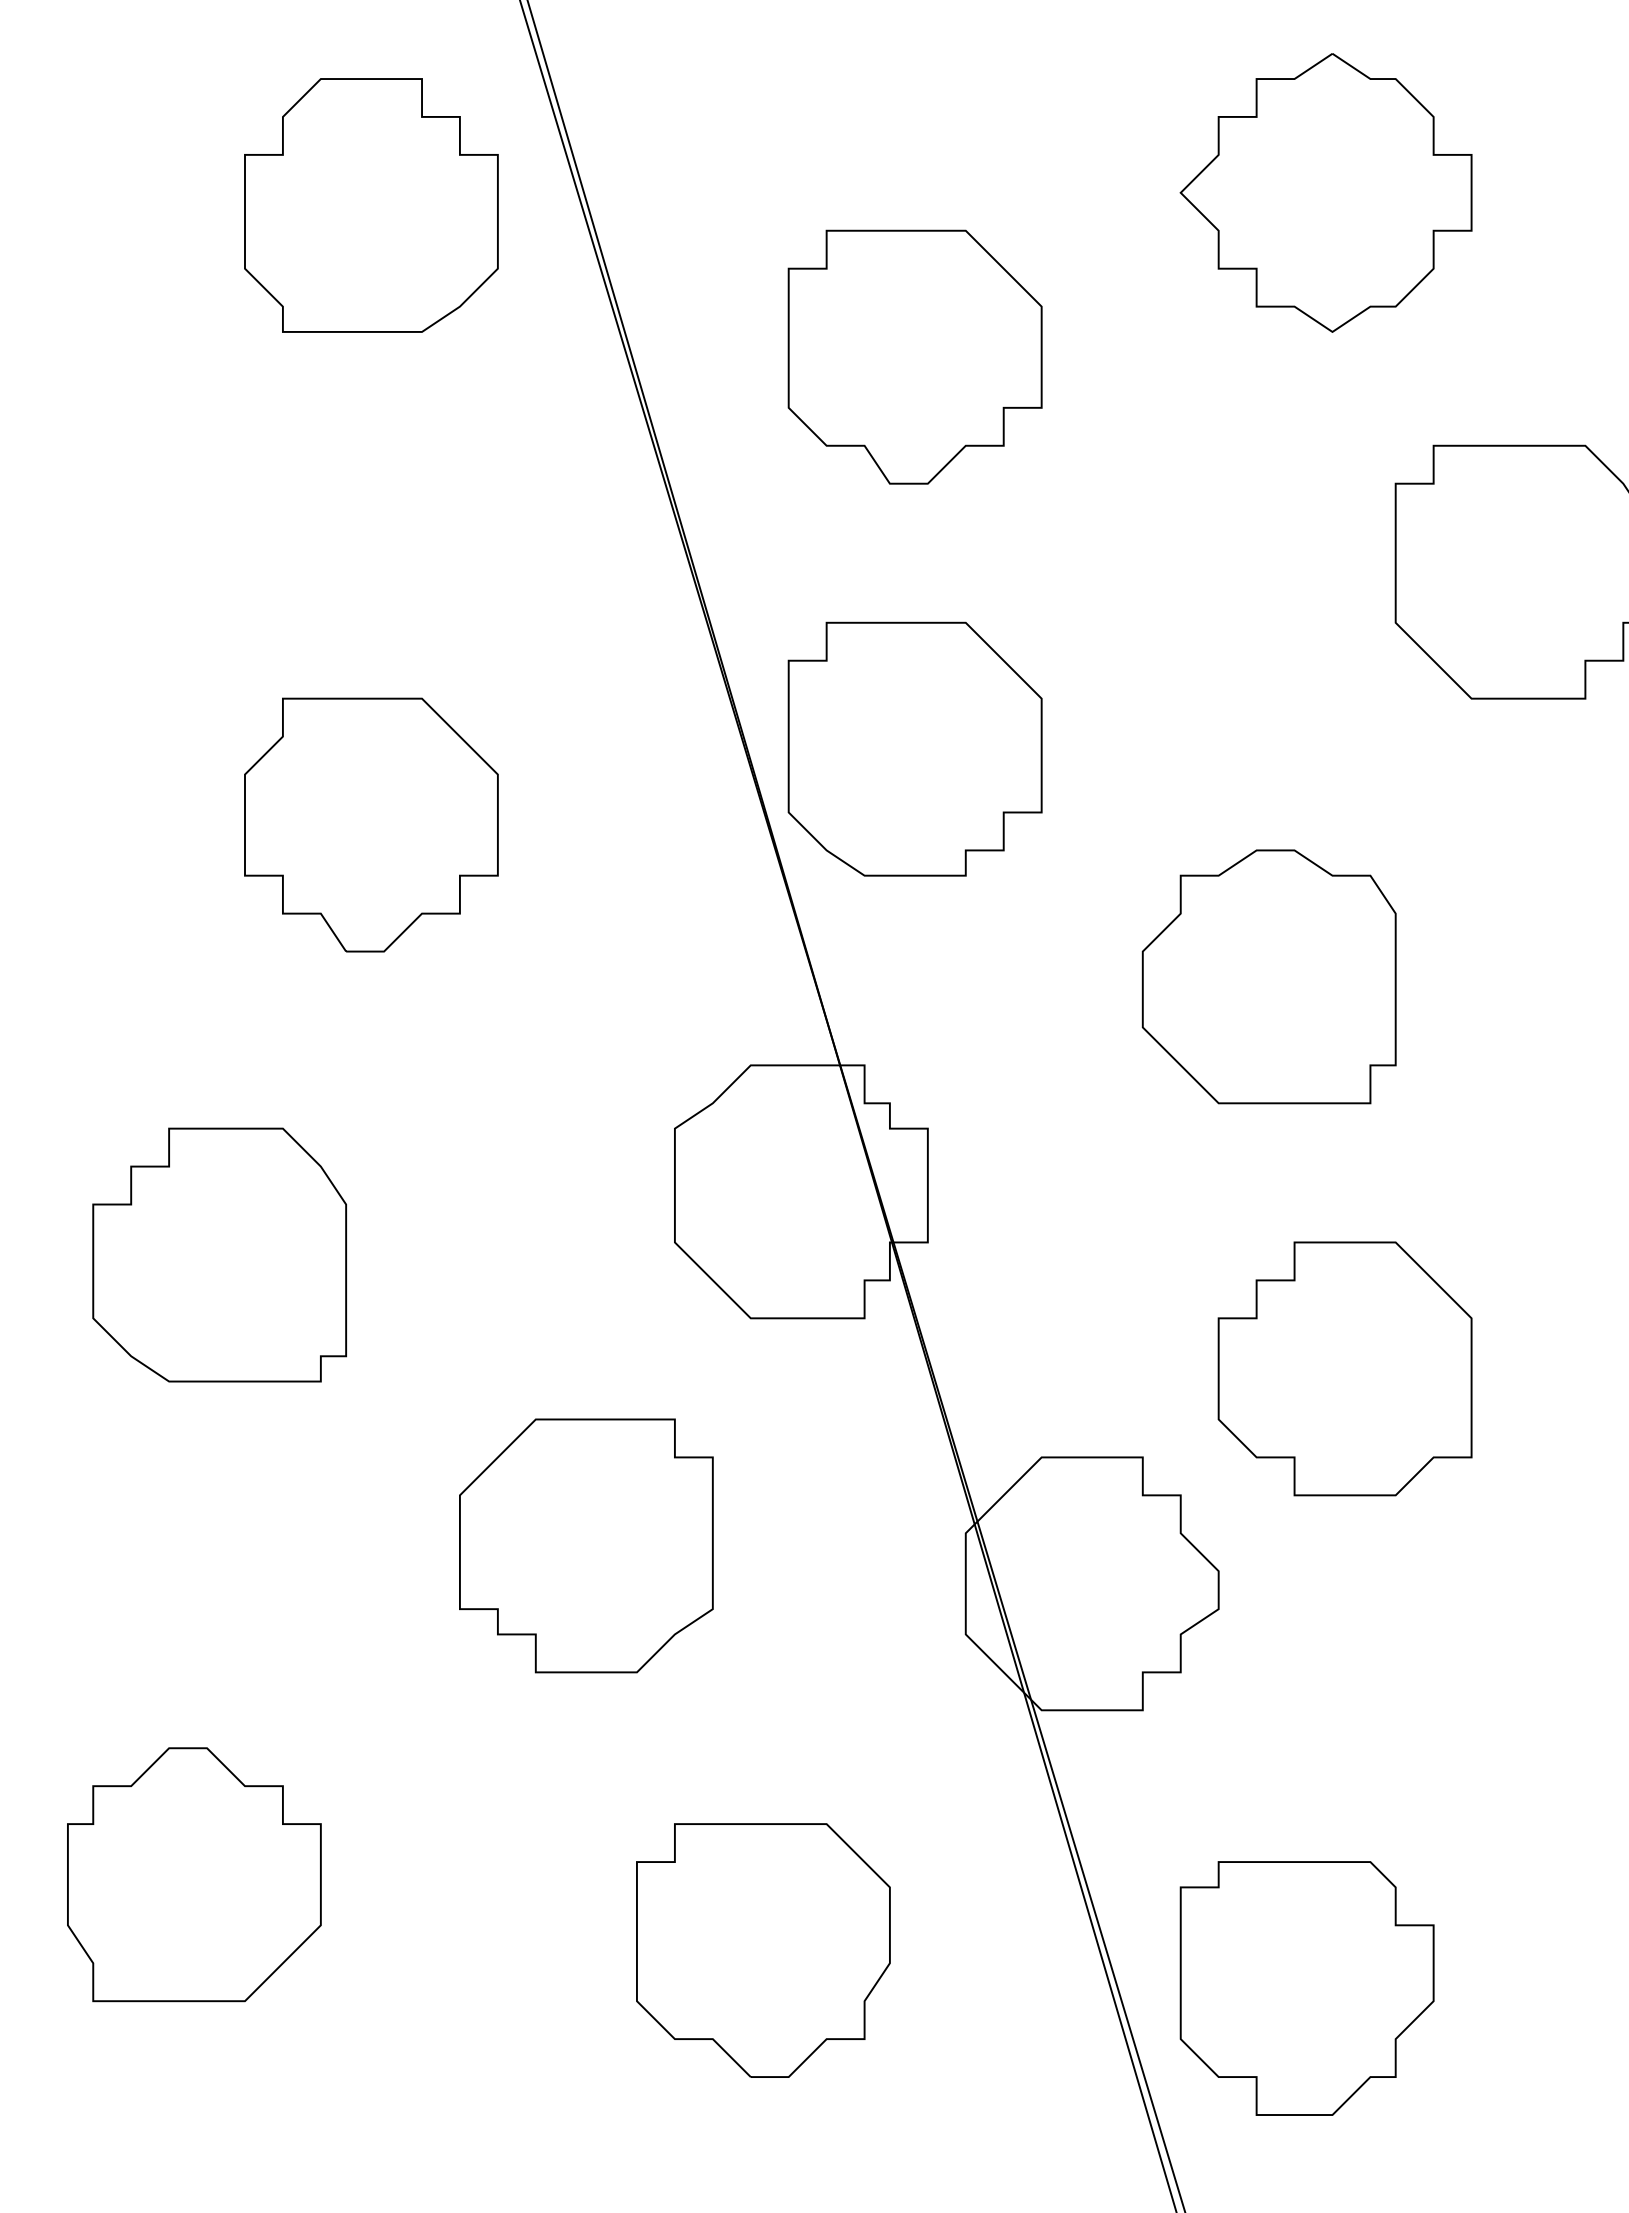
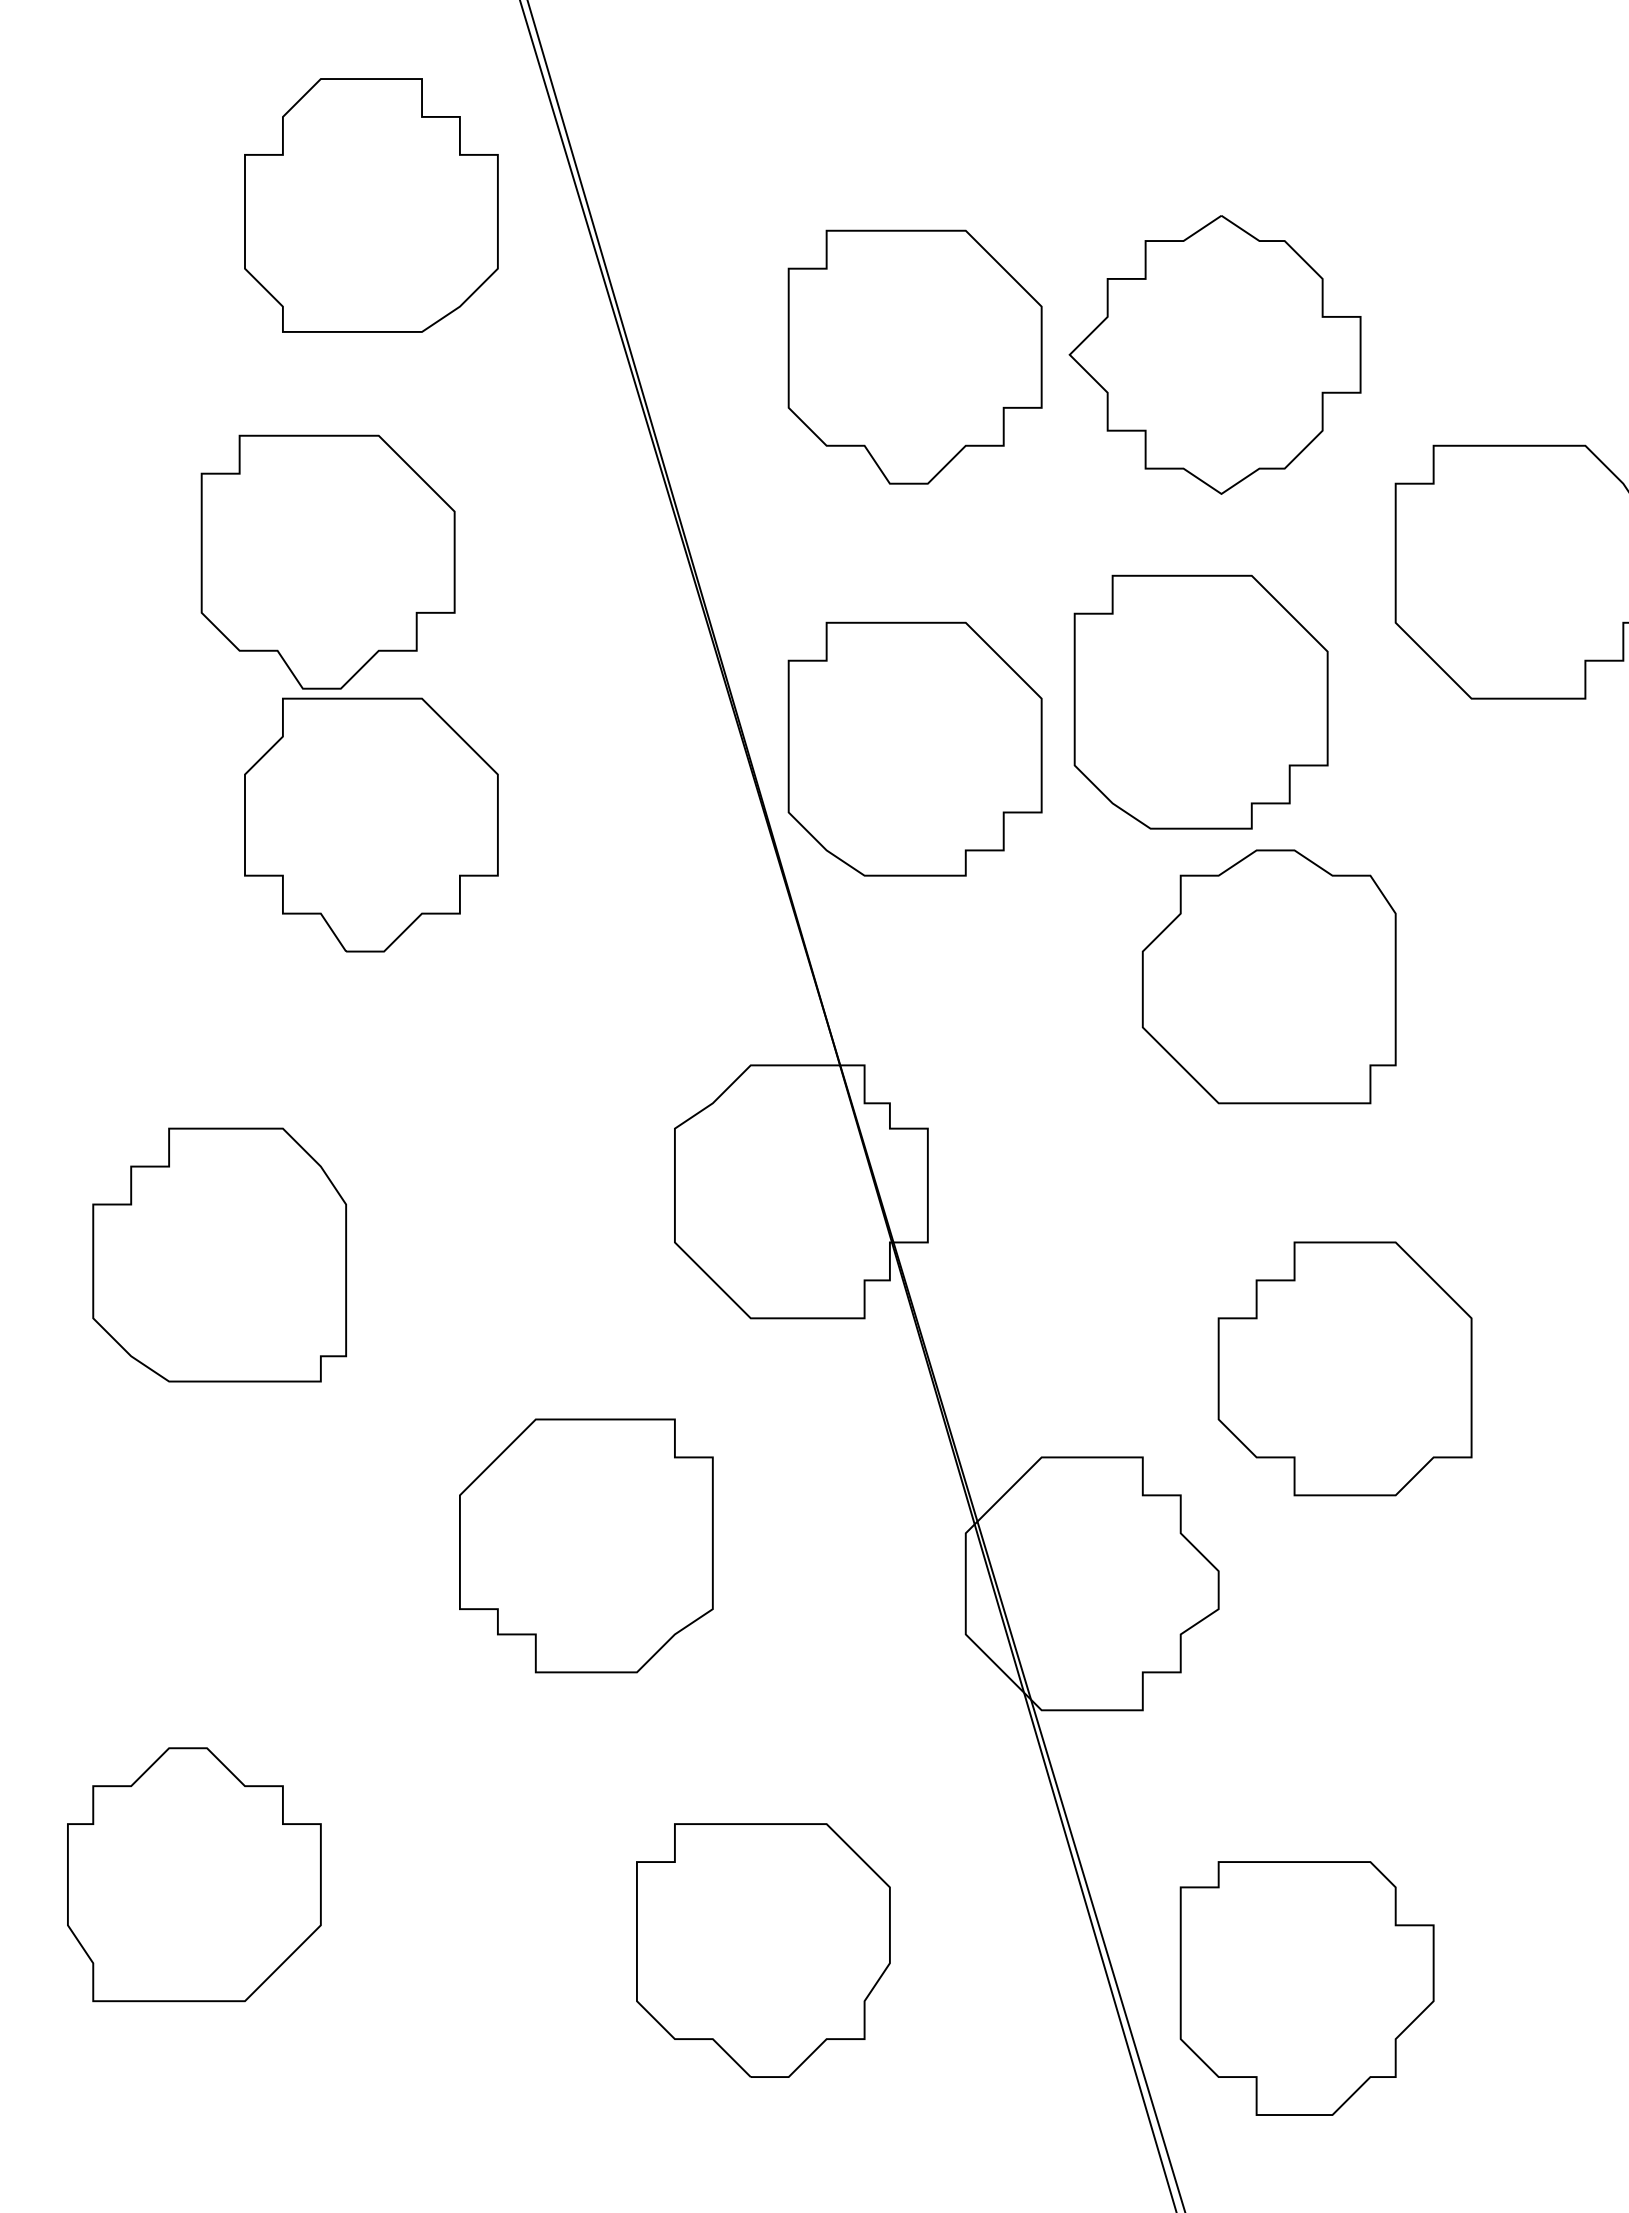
part at (1325, 192) position: (1325, 192) -> (1214, 354)
part at (327, 561): none -> present
part at (1200, 701): none -> present
